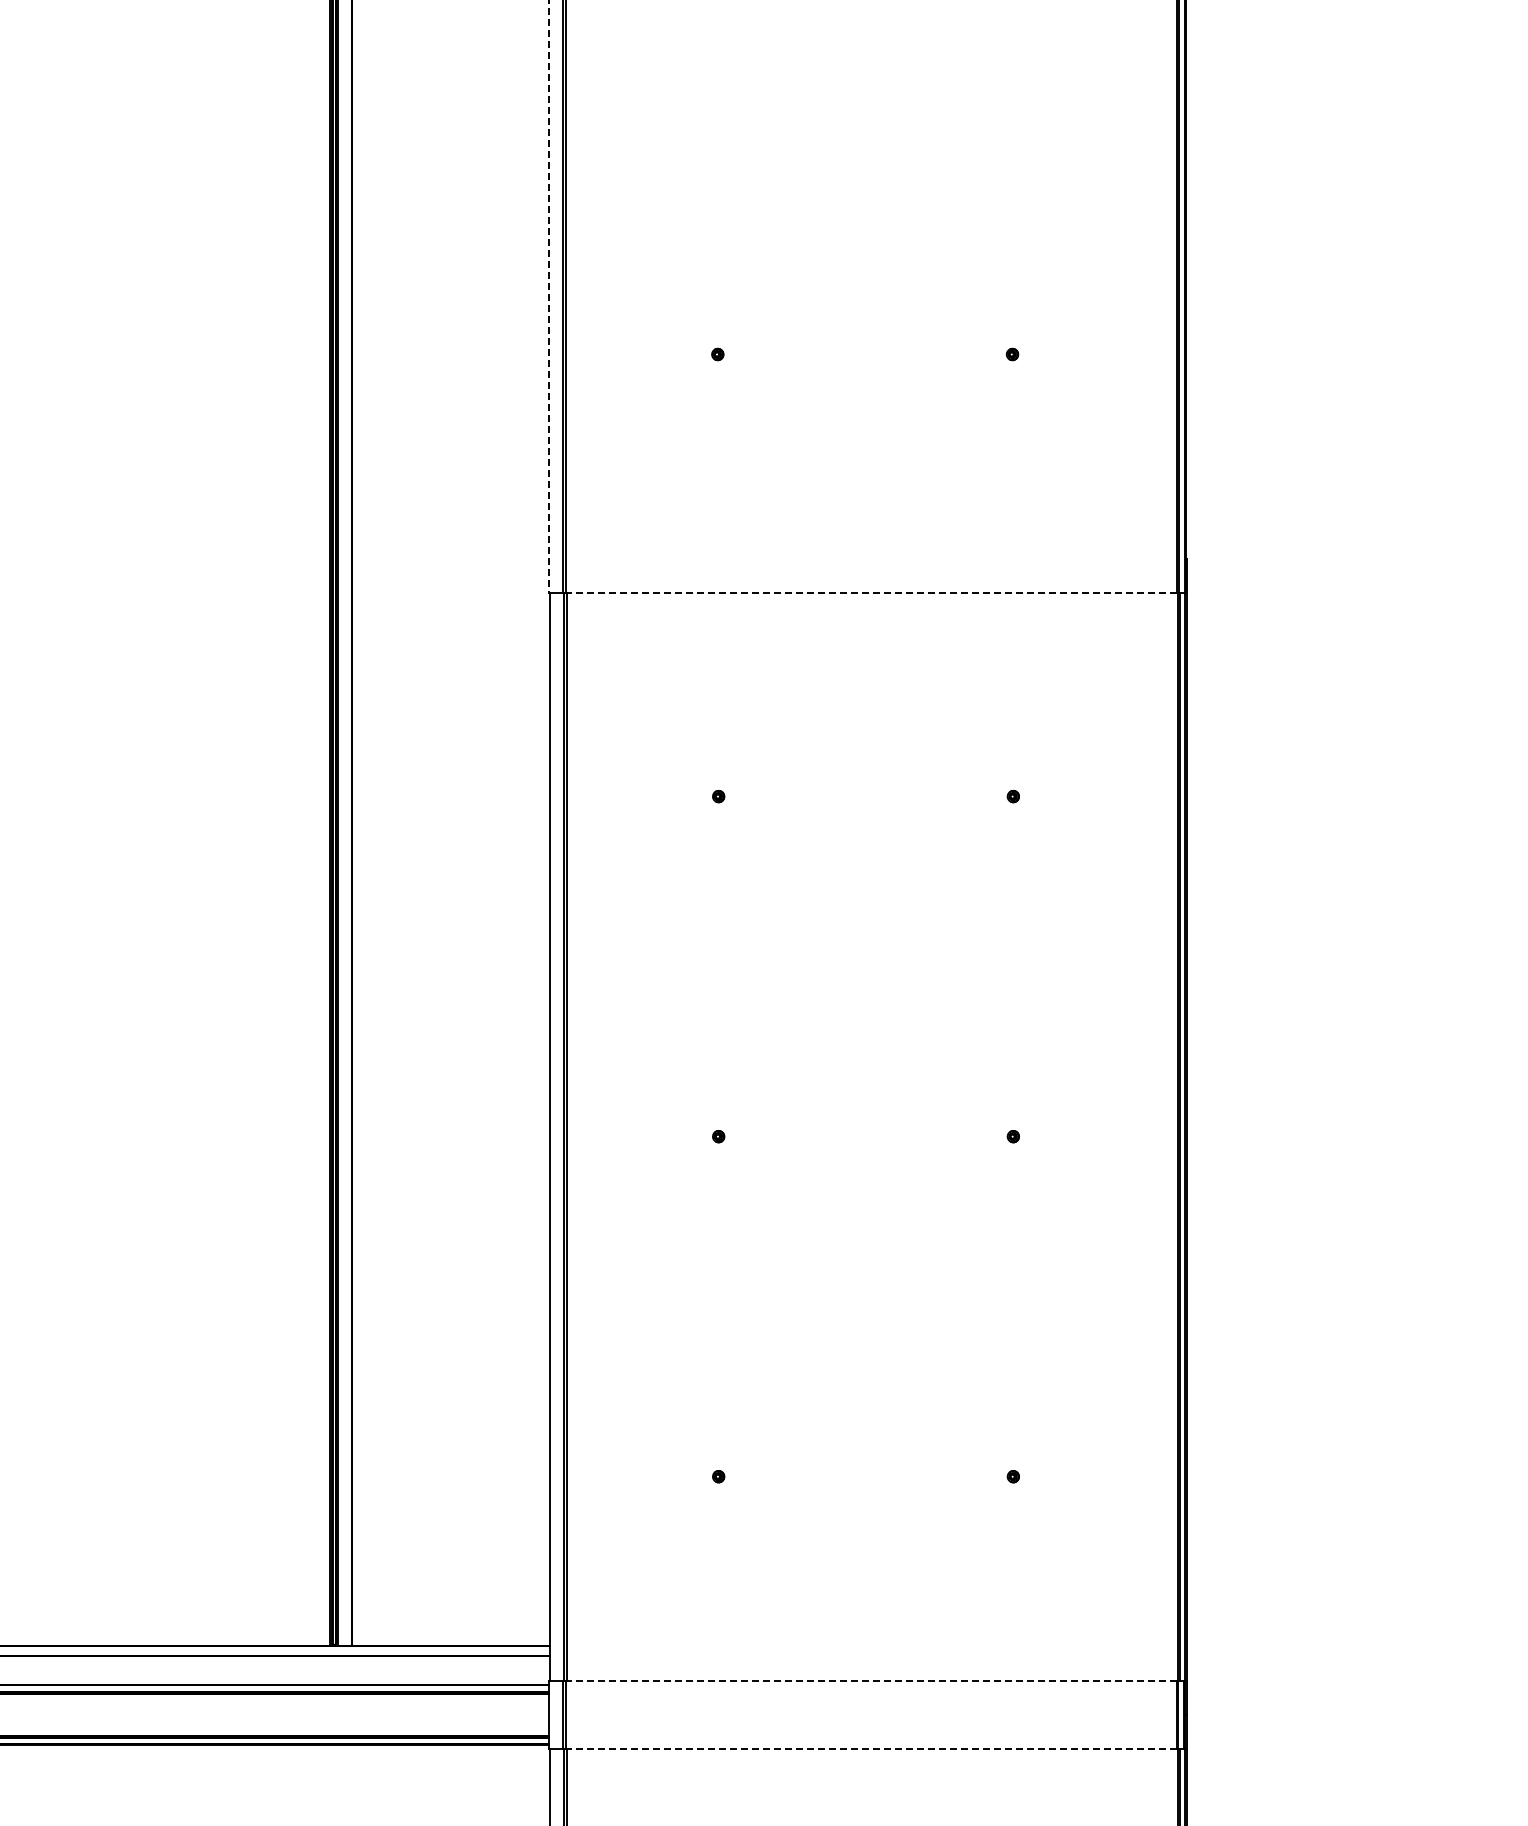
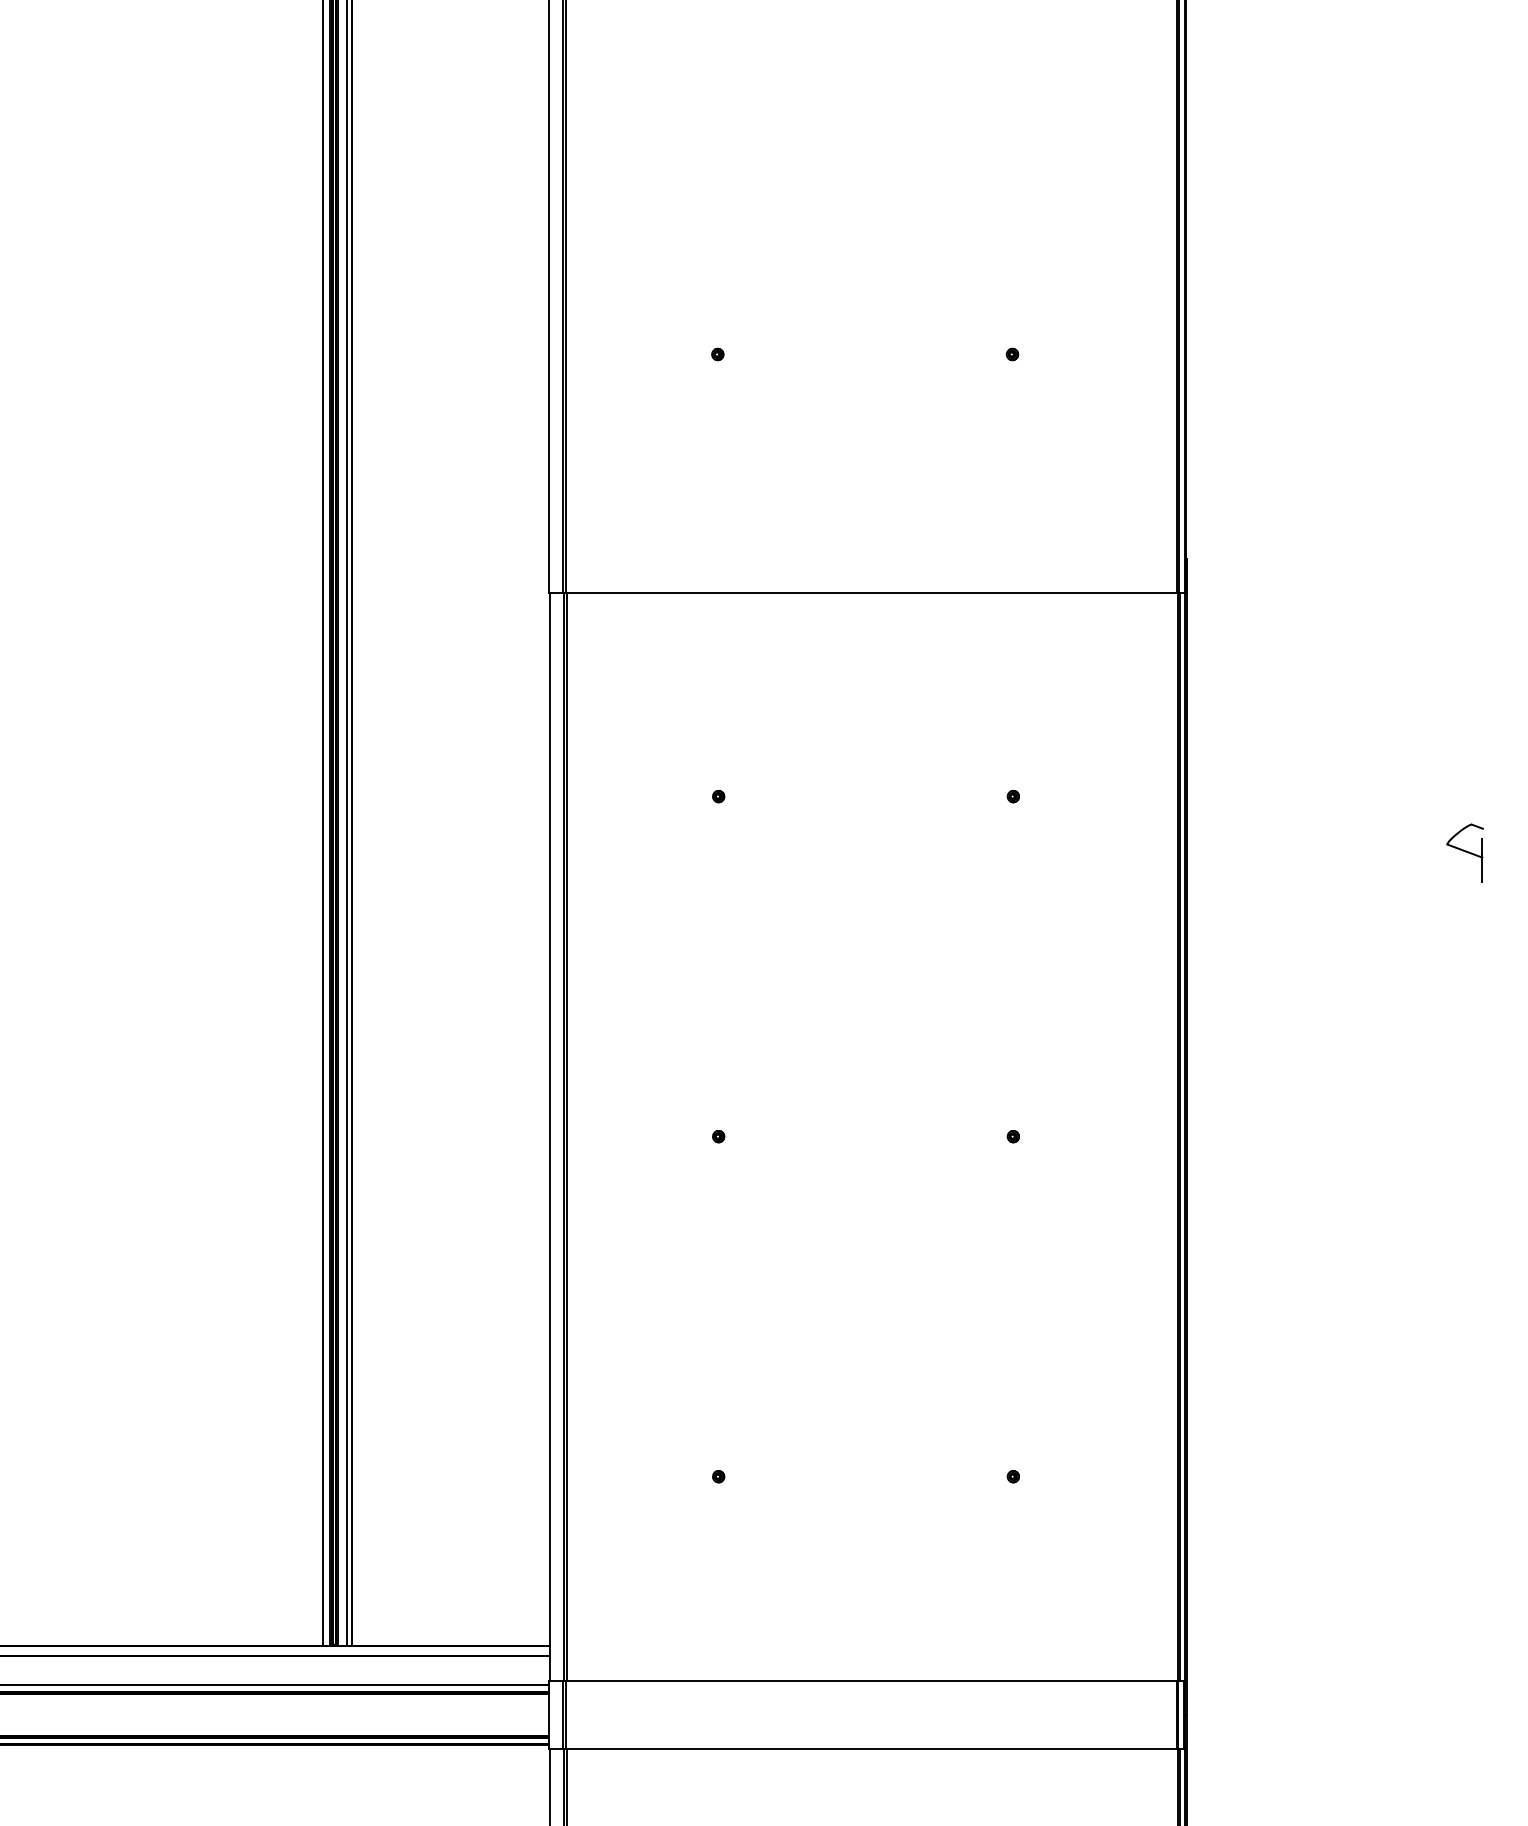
line at (549, 296): dashed -> solid
line at (871, 592): dashed -> solid
line at (322, 823): none -> present
line at (347, 823): none -> present
part at (1464, 852): none -> present
line at (871, 1680): dashed -> solid
line at (871, 1748): dashed -> solid
